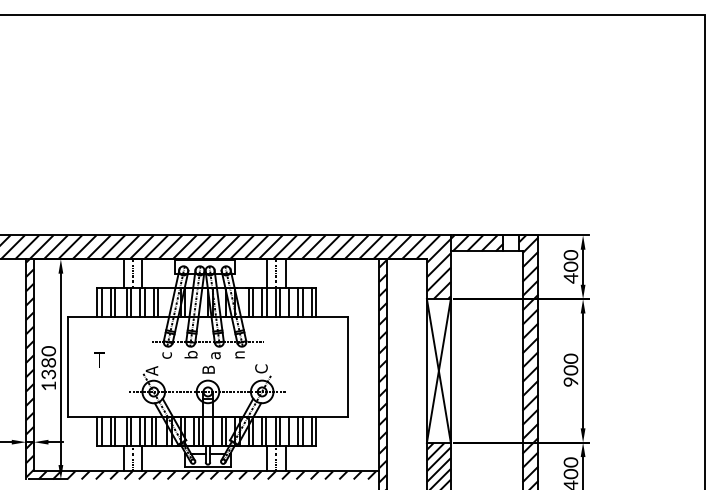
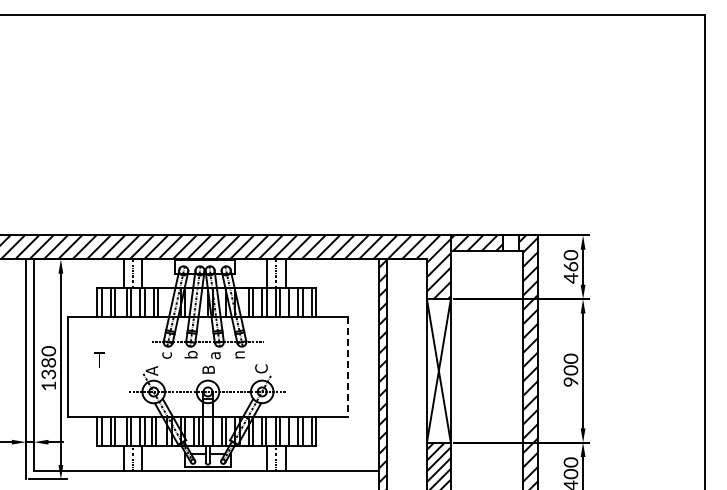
text at (570, 266): 400 -> 460
line at (347, 367): solid -> dashed
hatch at (200, 369): present -> none
